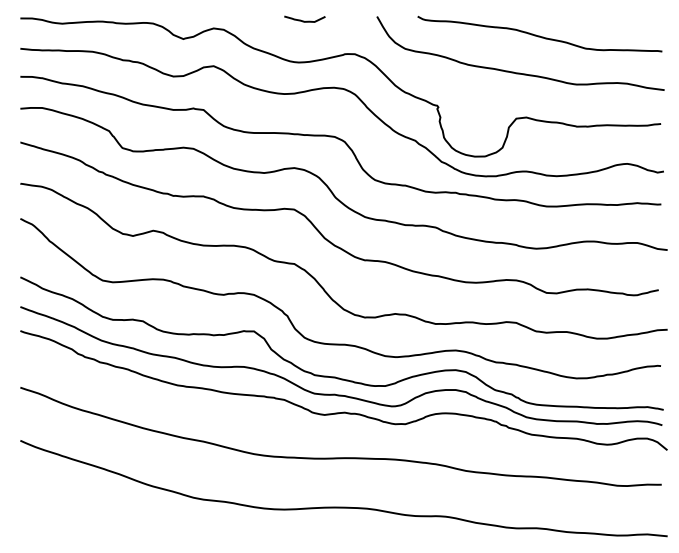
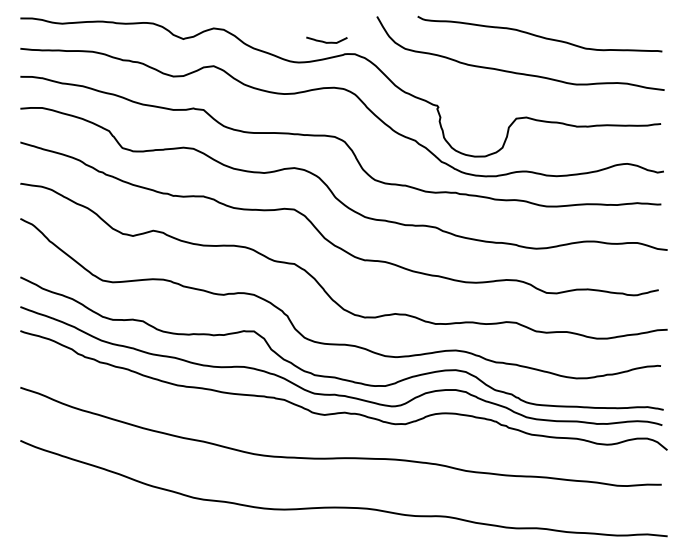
curve at (304, 20) position: (304, 20) -> (326, 41)
